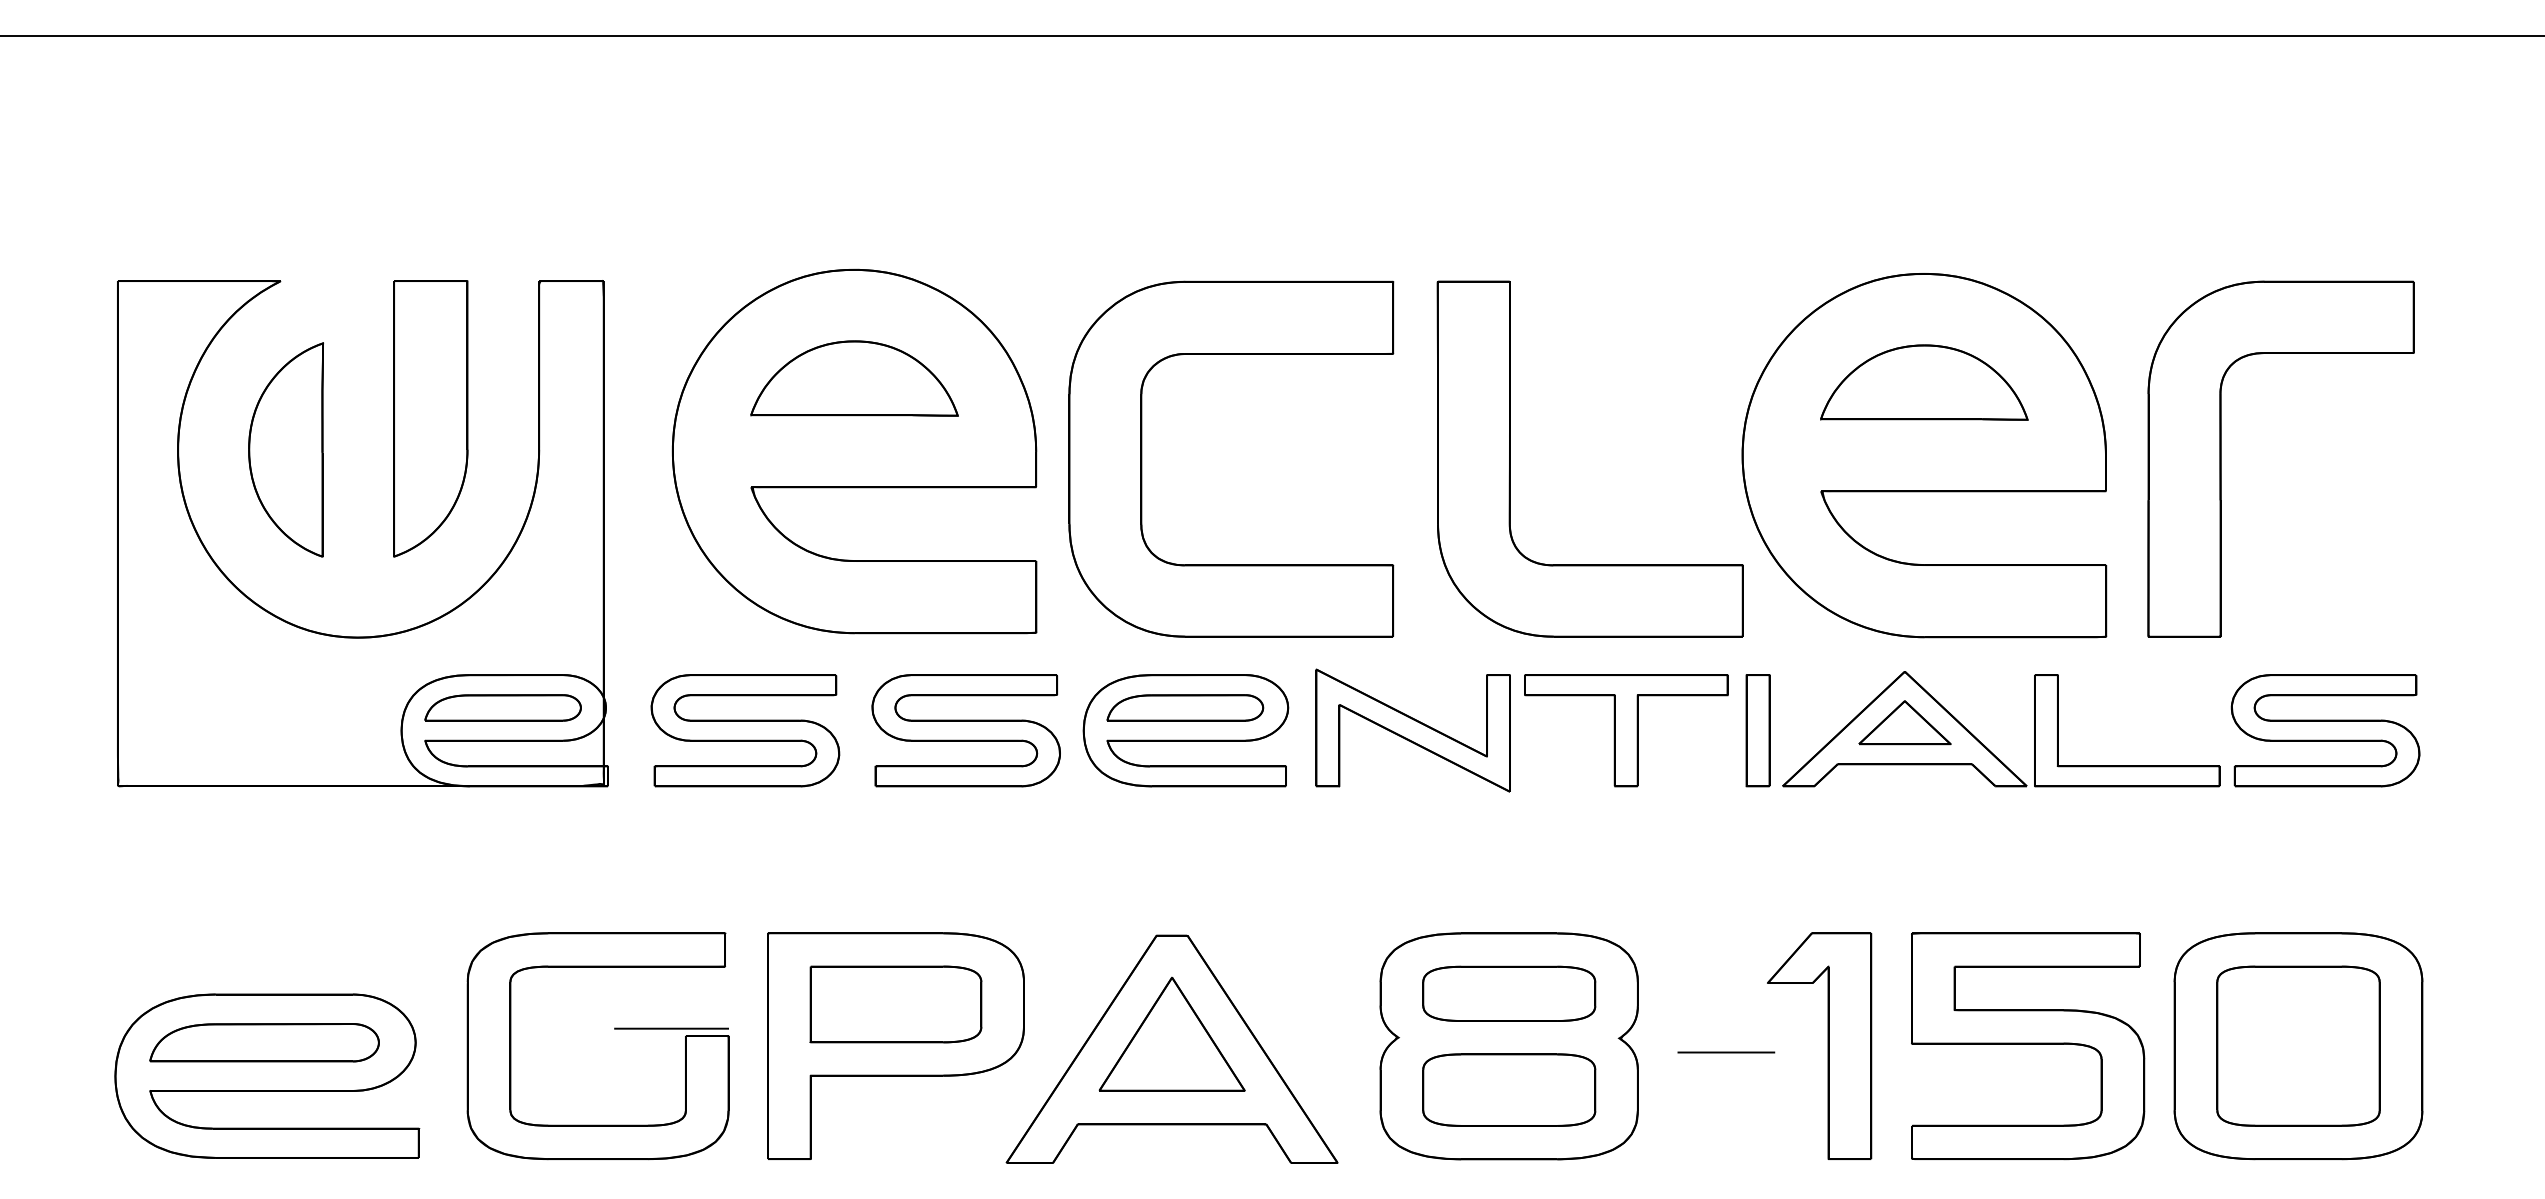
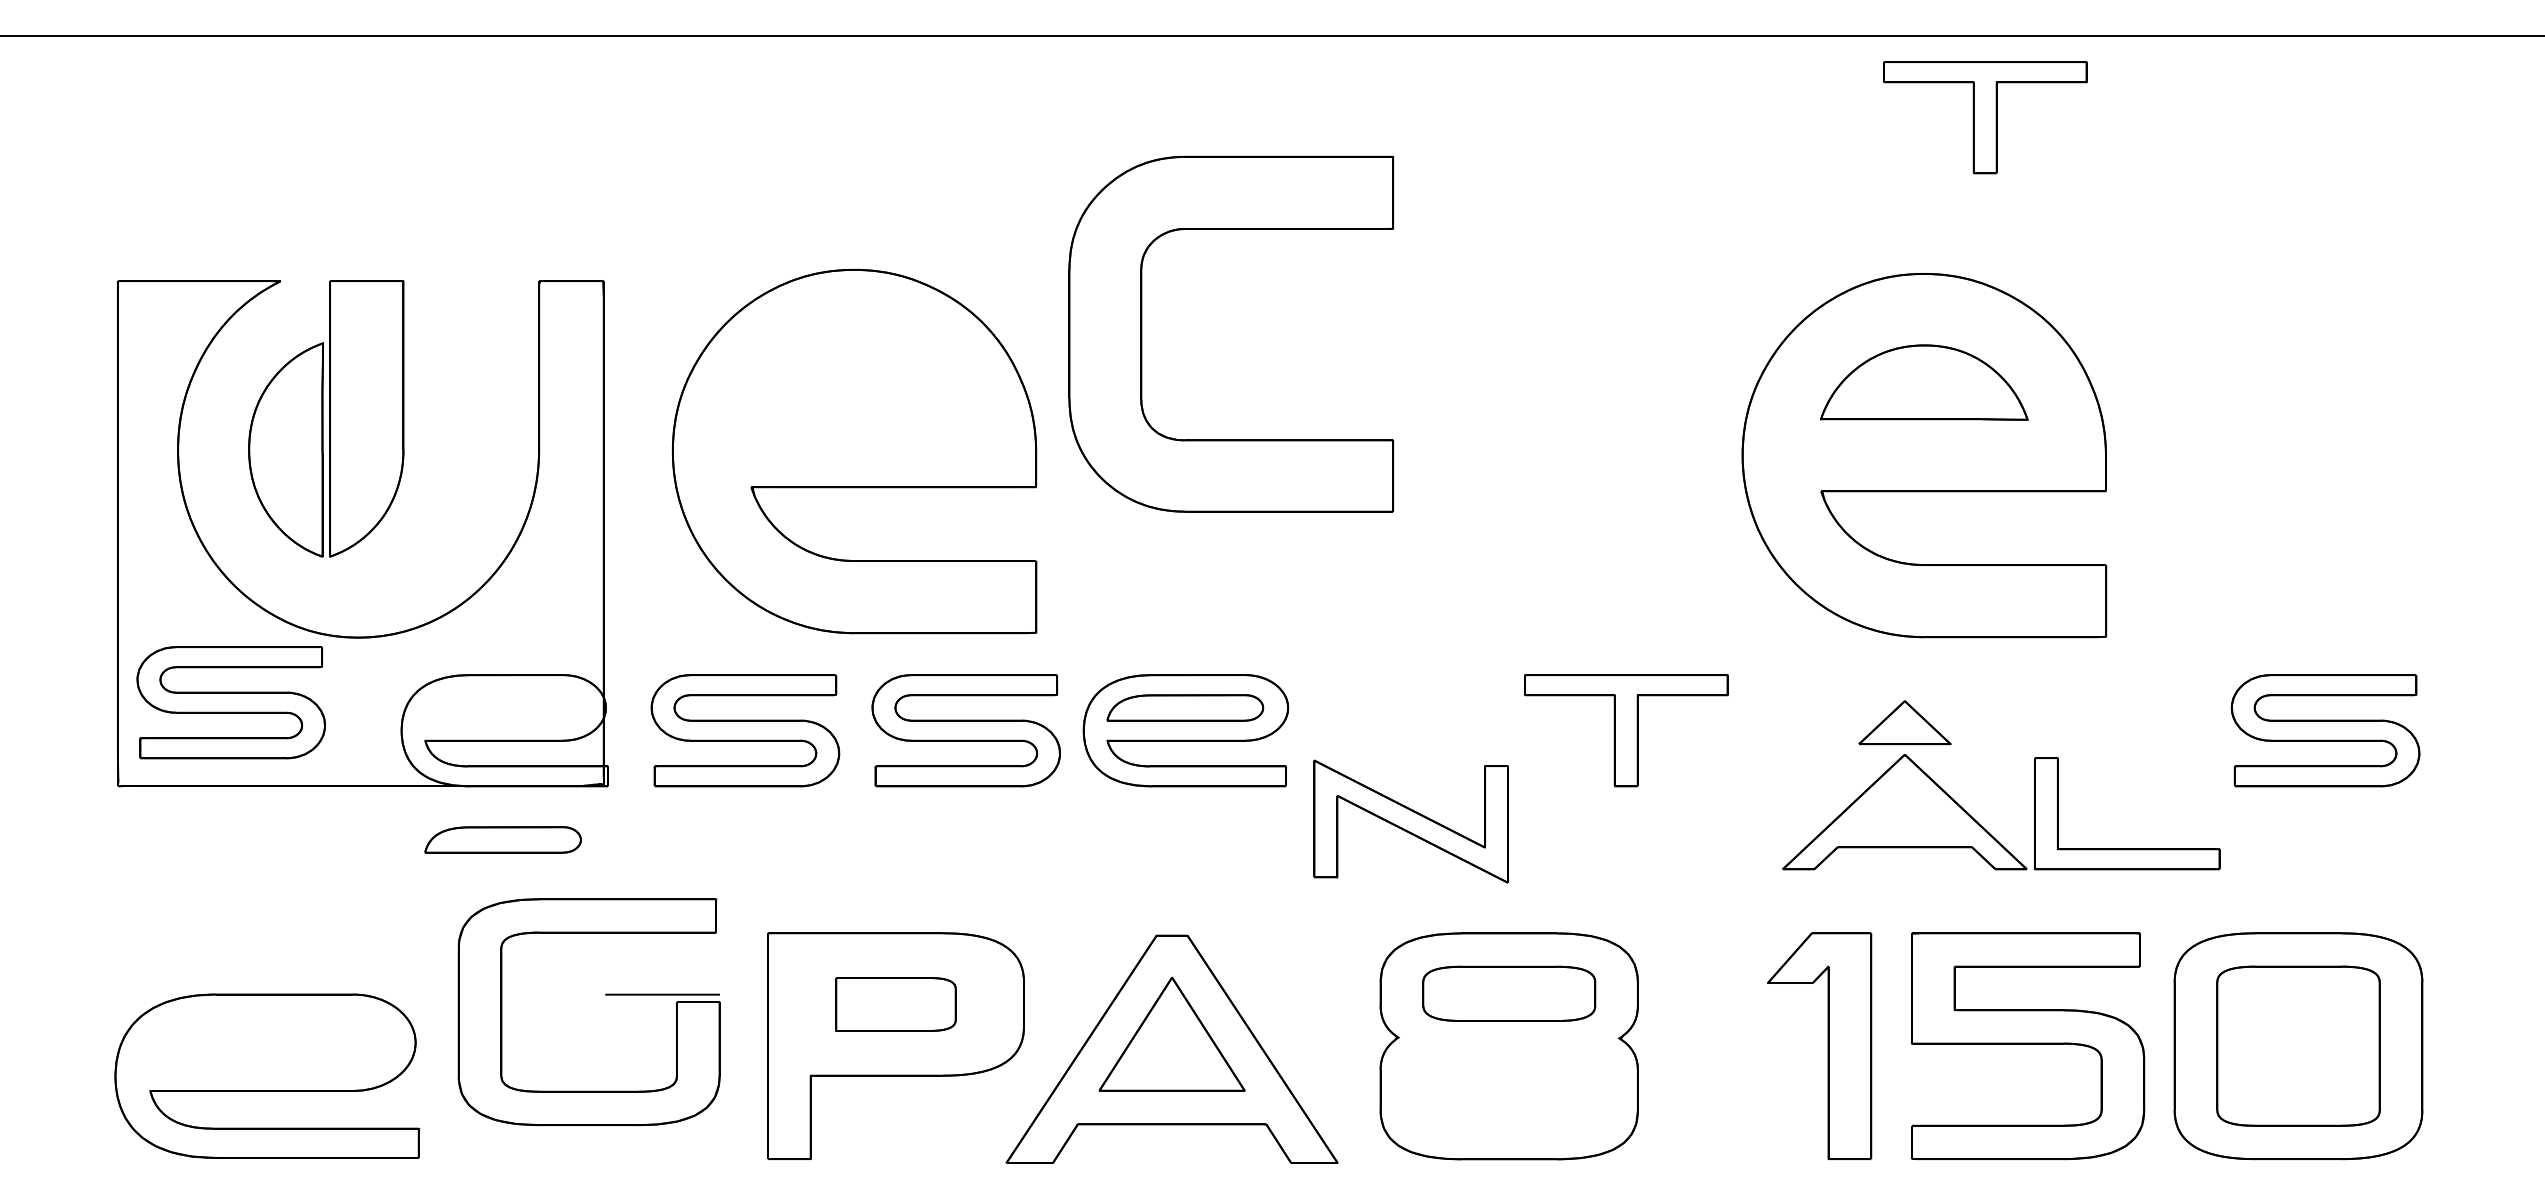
part at (1985, 117): none -> present
part at (854, 378): present -> none
part at (430, 418) position: (430, 418) -> (366, 418)
part at (1142, 458) position: (1142, 458) -> (1142, 333)
part at (1510, 458): present -> none
part at (2221, 458): present -> none
part at (230, 702): none -> present
part at (502, 707) position: (502, 707) -> (502, 839)
part at (1412, 730) position: (1412, 730) -> (1410, 821)
part at (1757, 730): present -> none
part at (1985, 745) position: (1985, 745) -> (1985, 828)
part at (895, 1004) size: 174x79 px -> 122x55 px
part at (614, 1029) position: (614, 1029) -> (605, 995)
part at (264, 1042): present -> none
line at (1726, 1052): present -> none
part at (1509, 1089): present -> none
